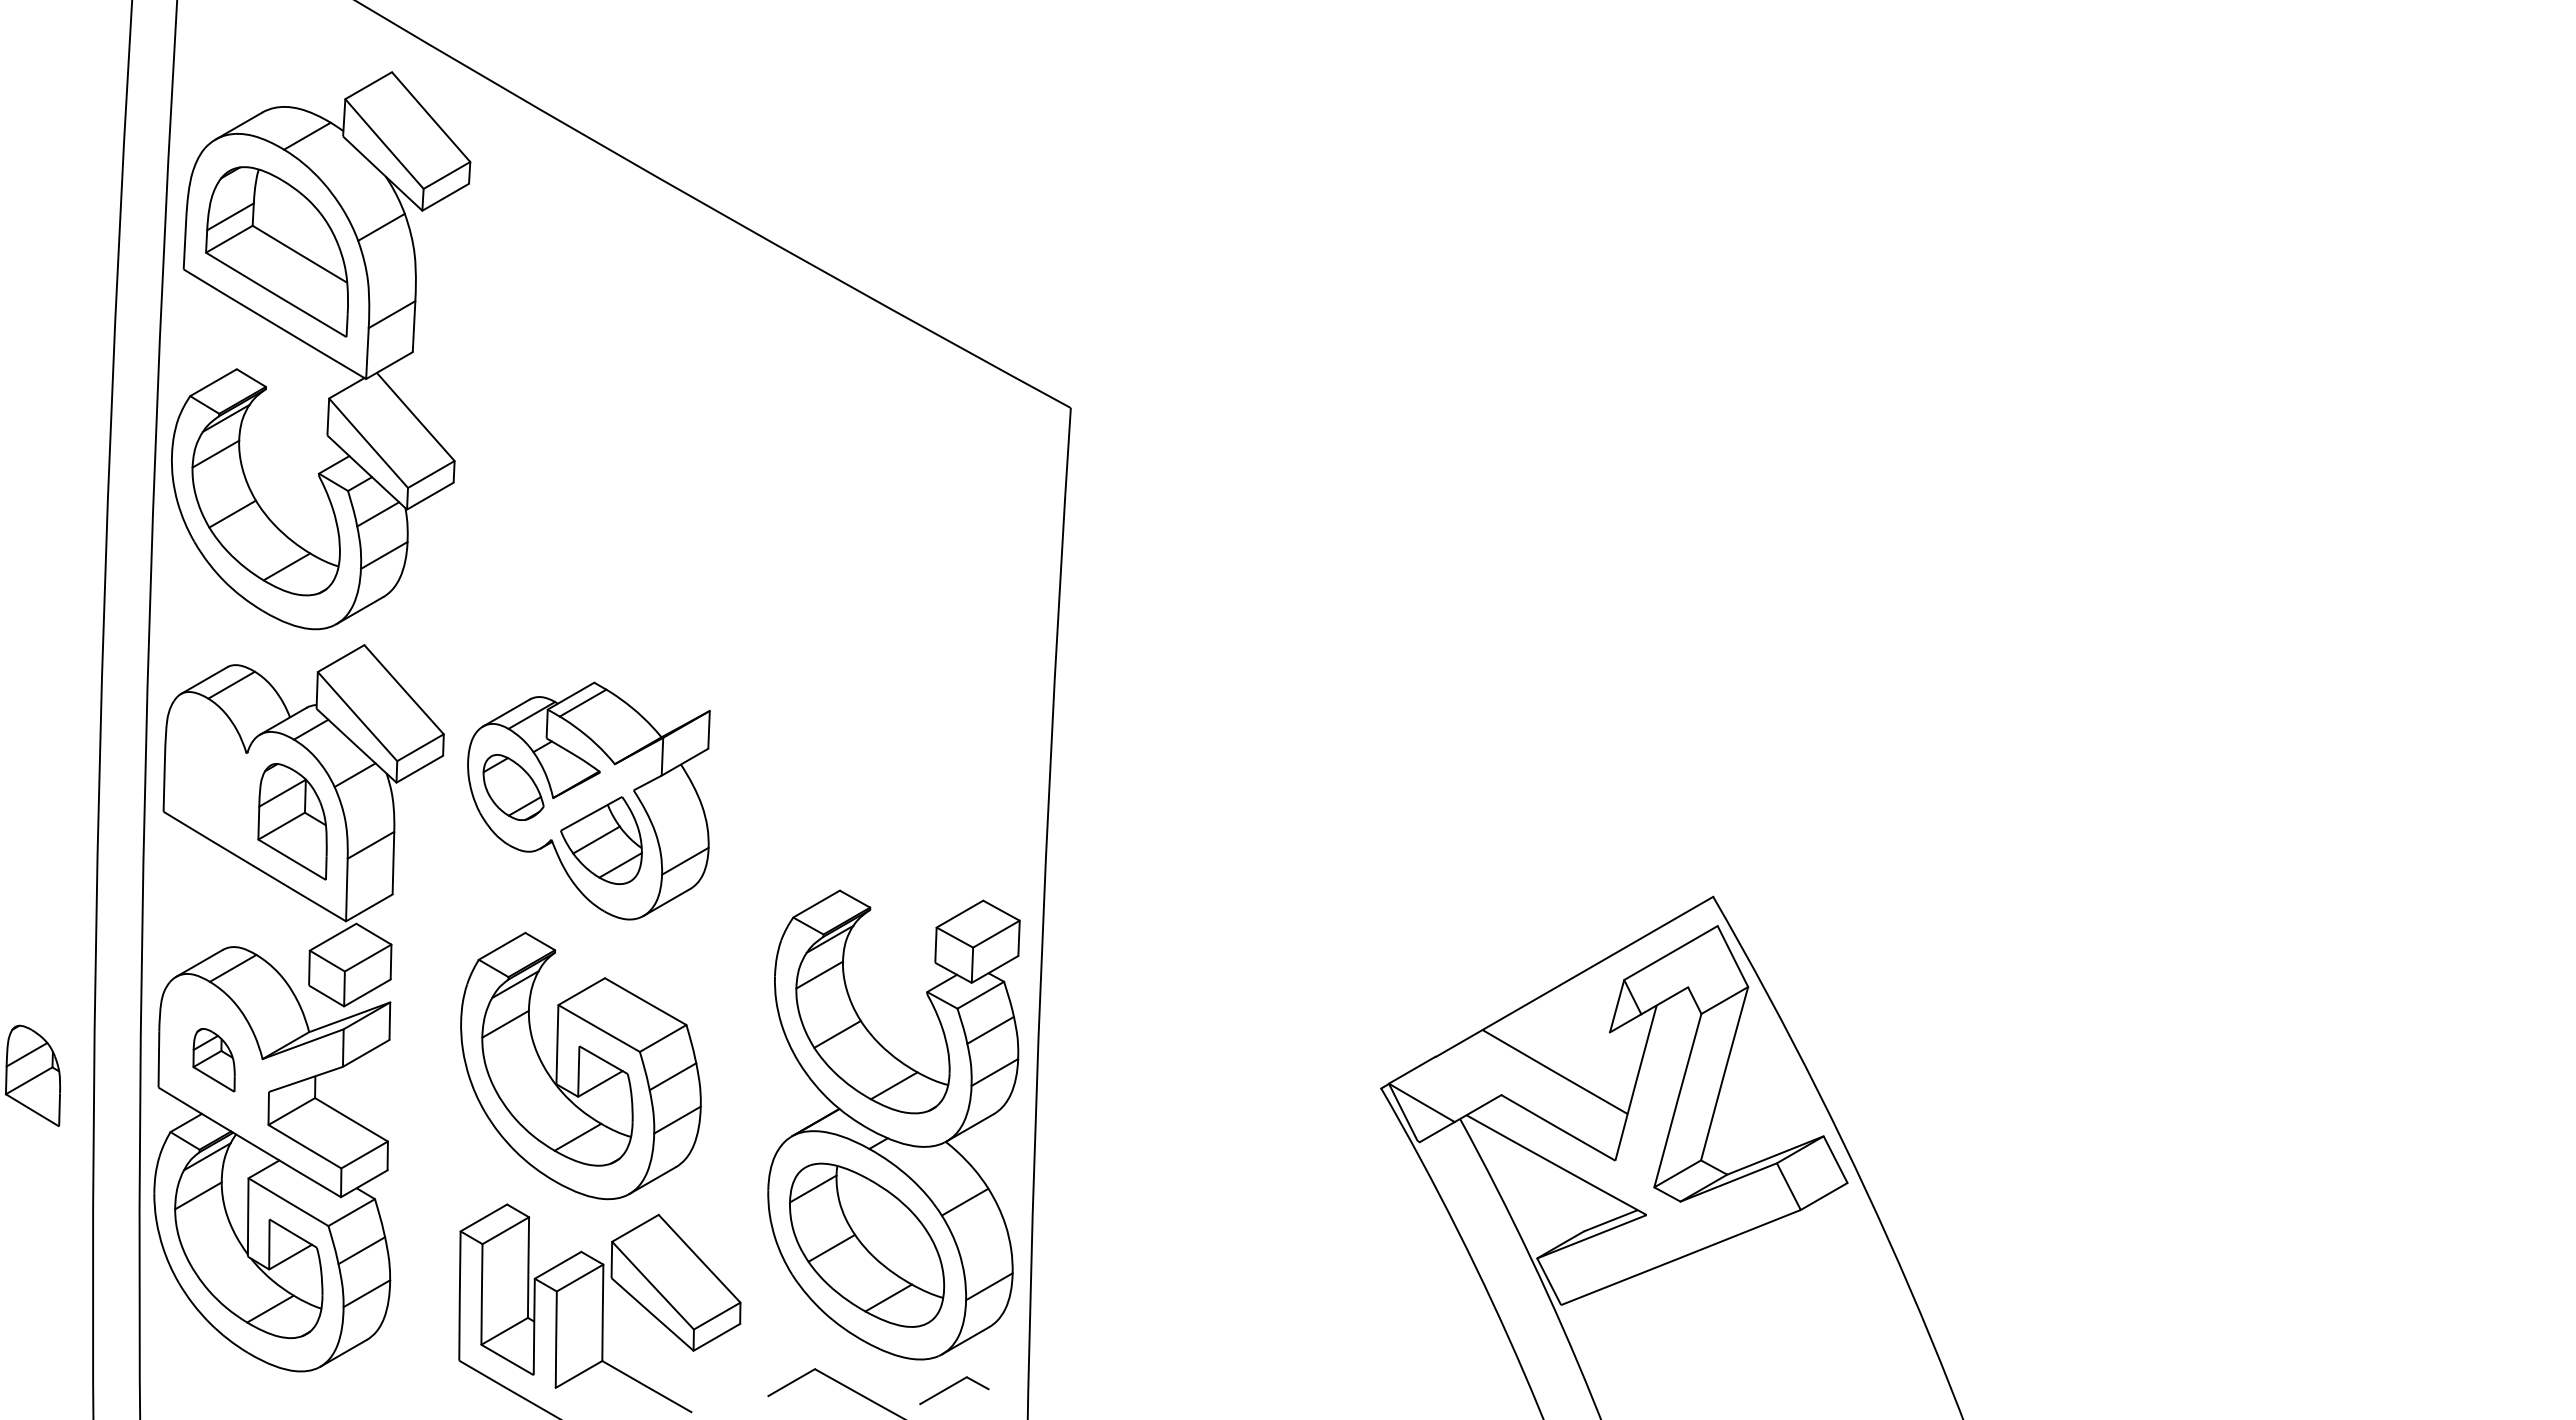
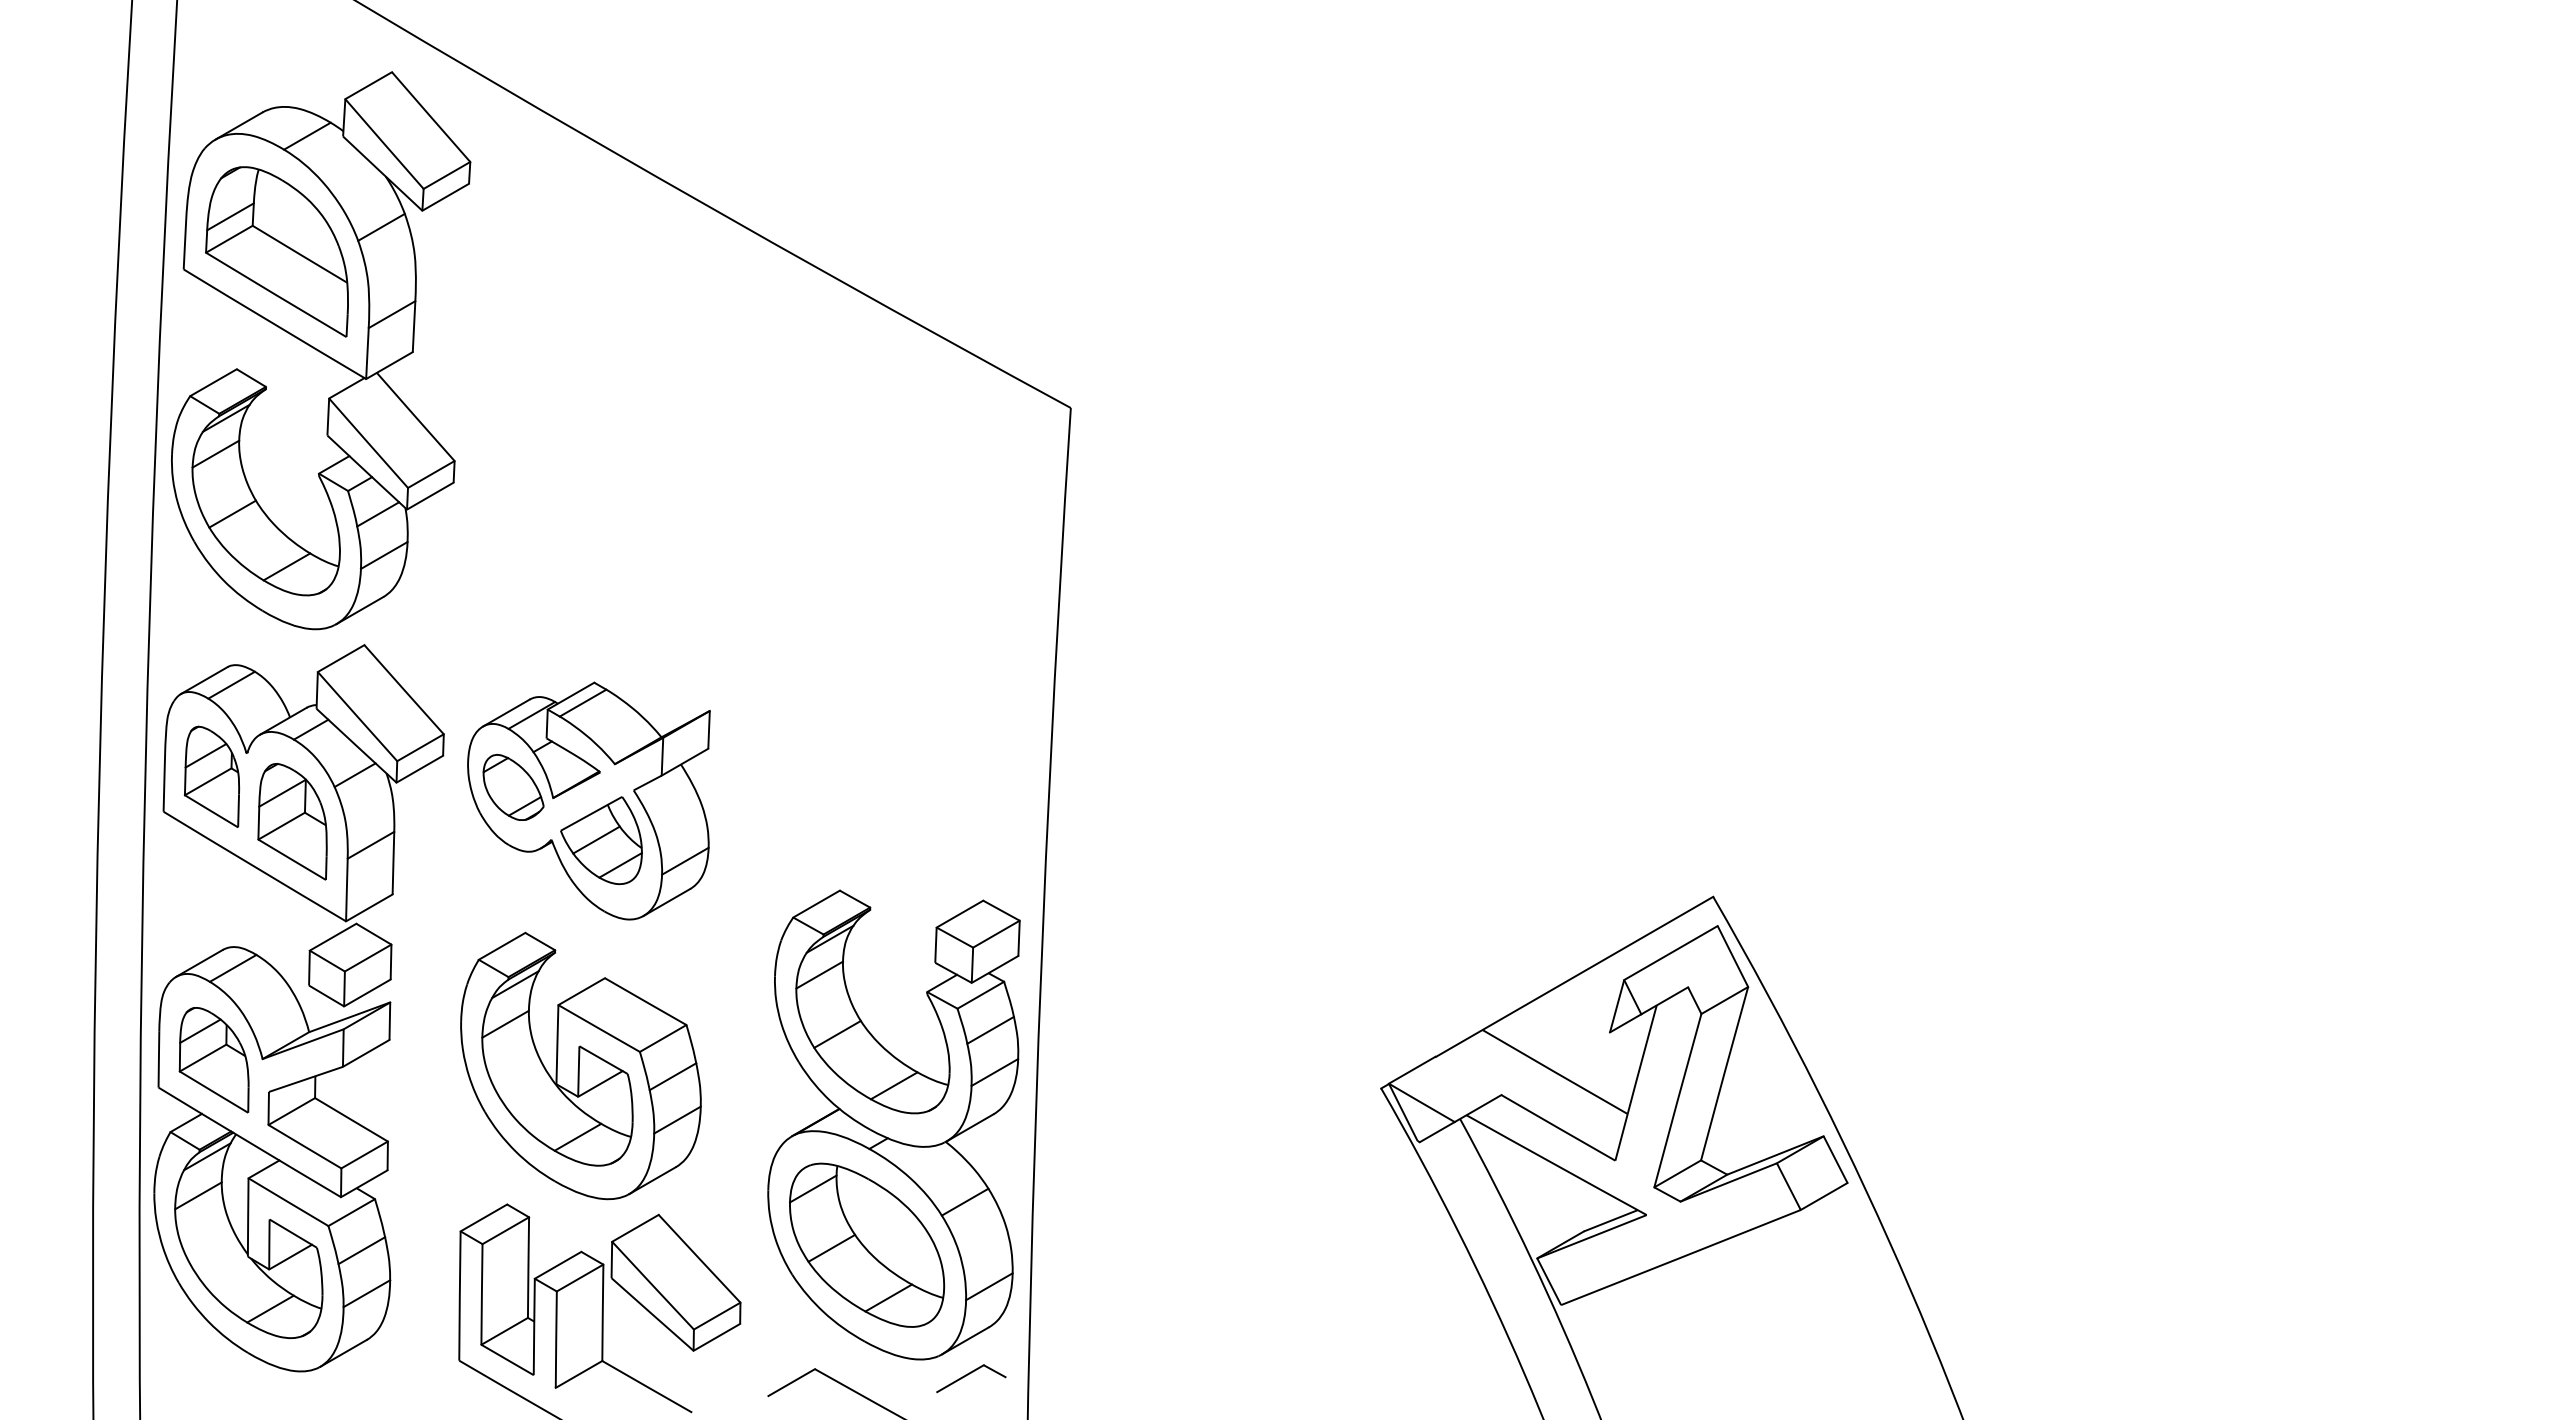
part at (213, 1060) size: 44x65 px -> 72x107 px
part at (33, 1075) position: (33, 1075) -> (212, 776)
part at (954, 1390) position: (954, 1390) -> (971, 1378)
